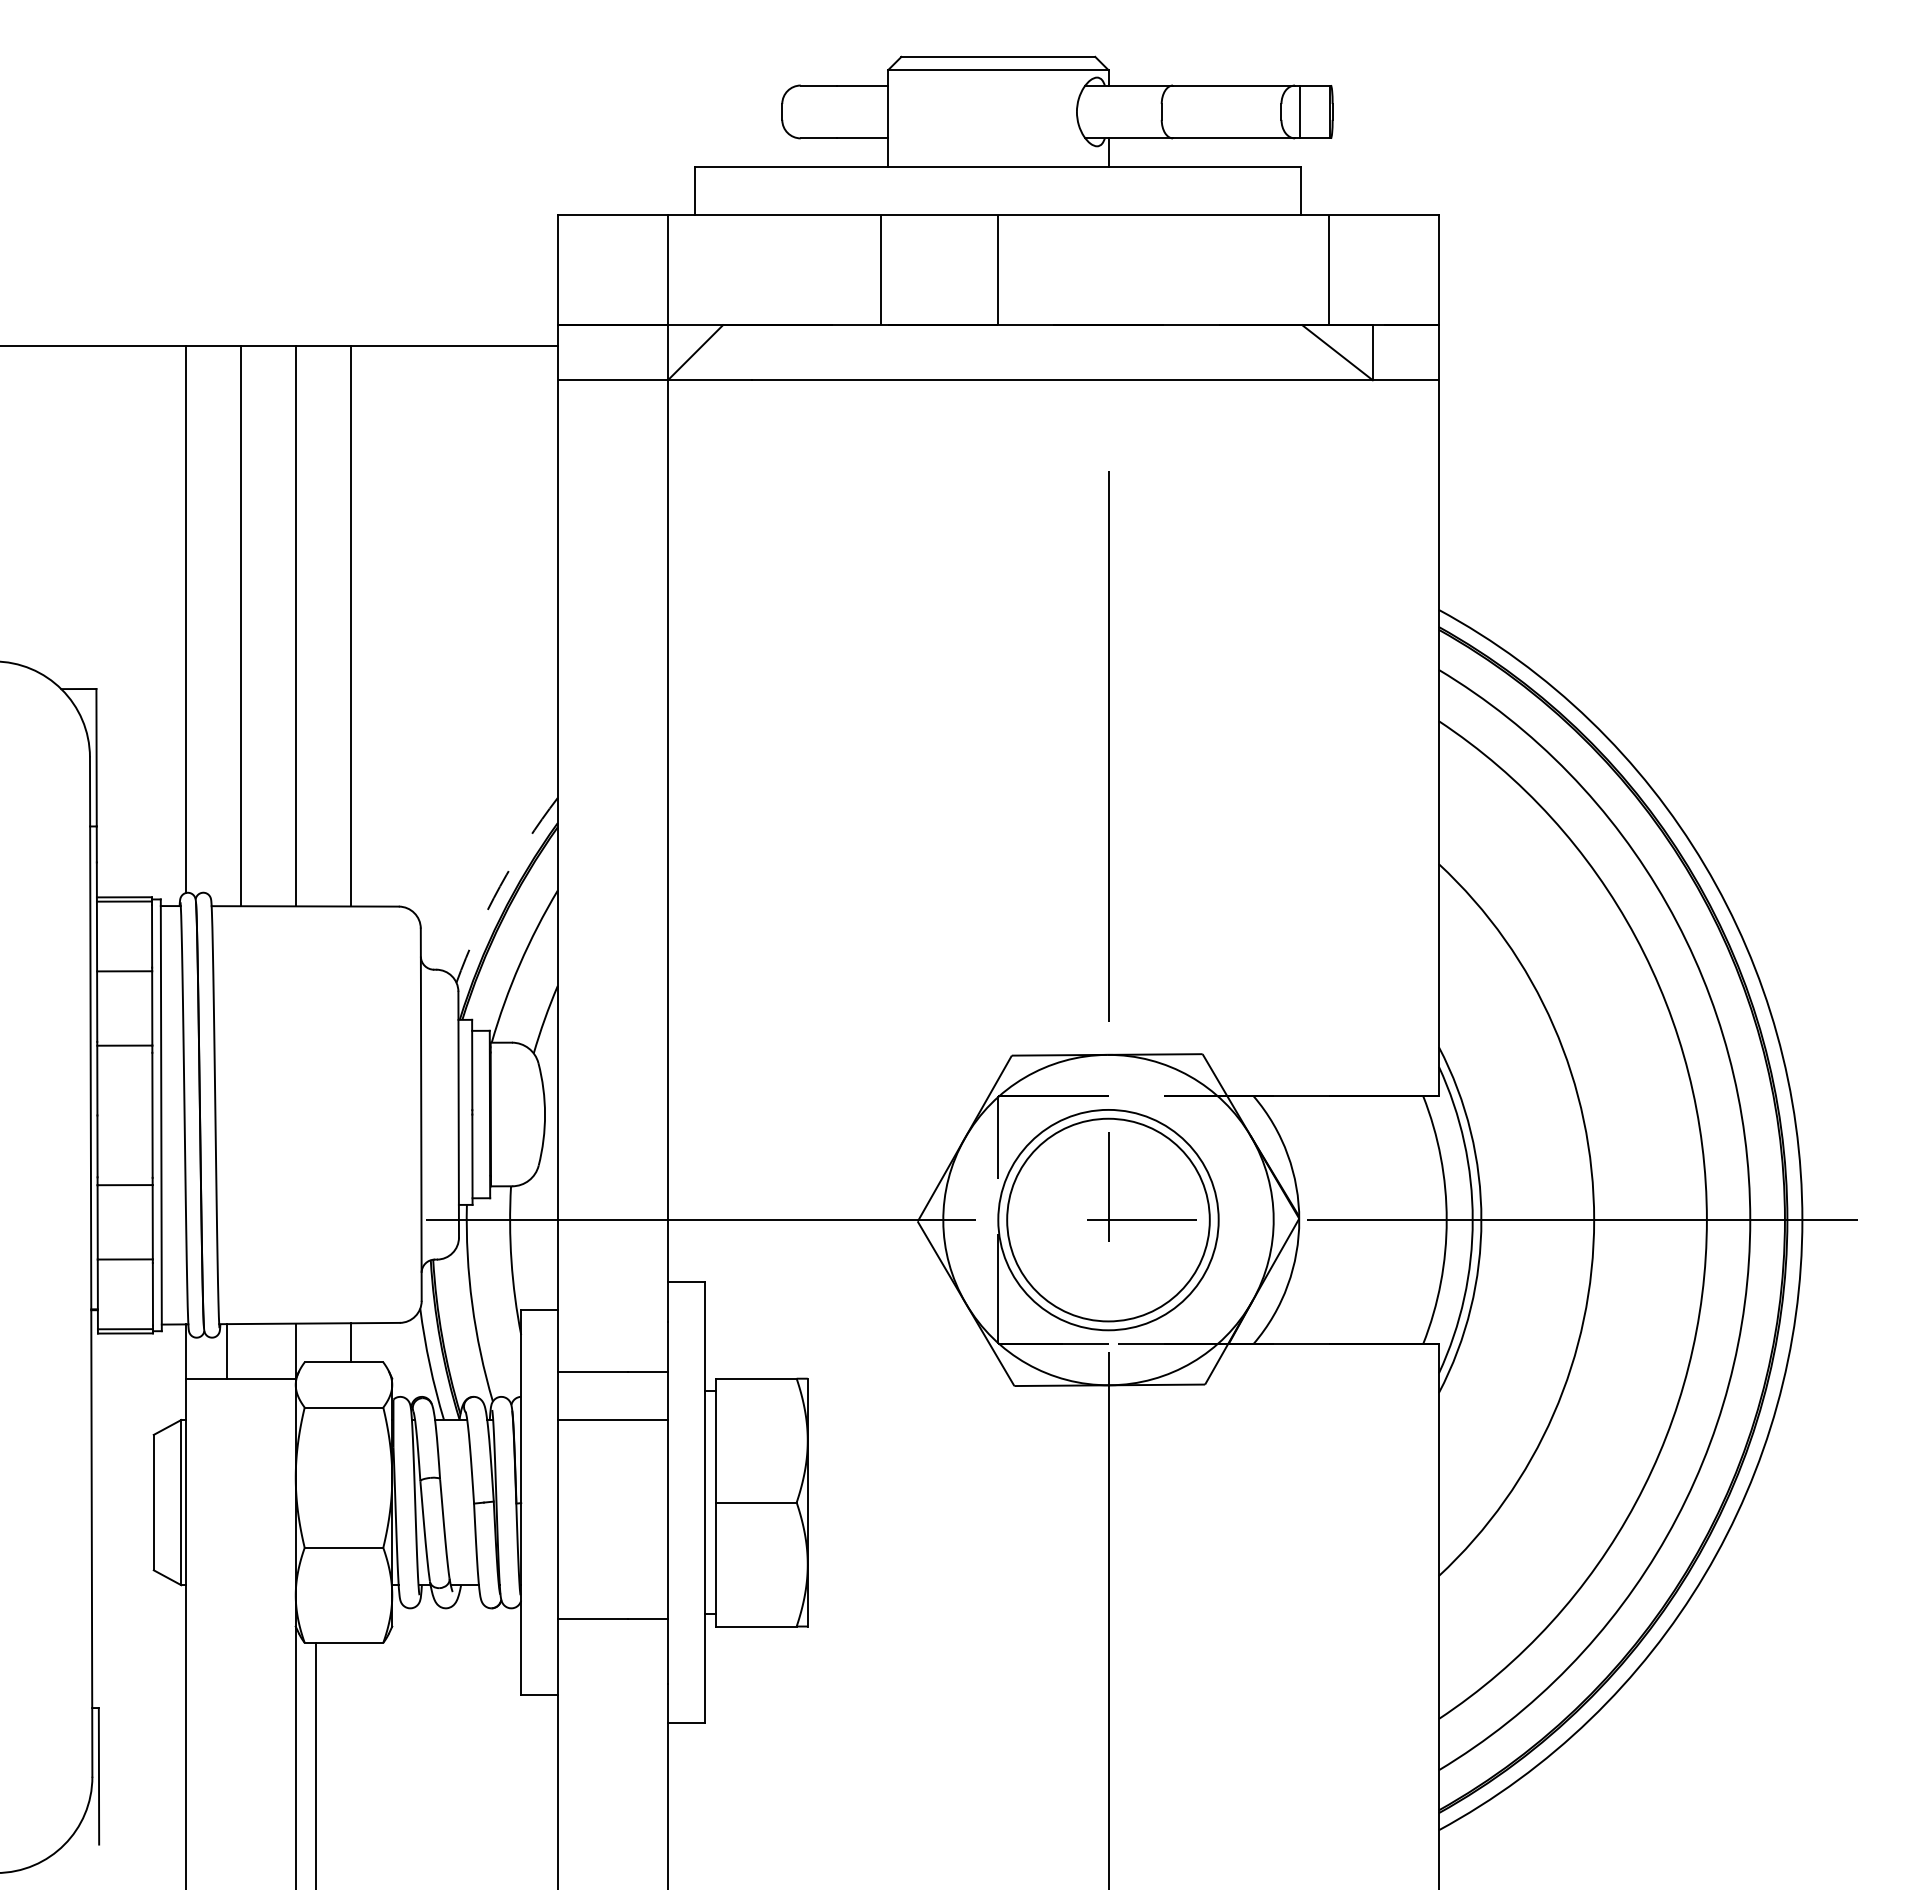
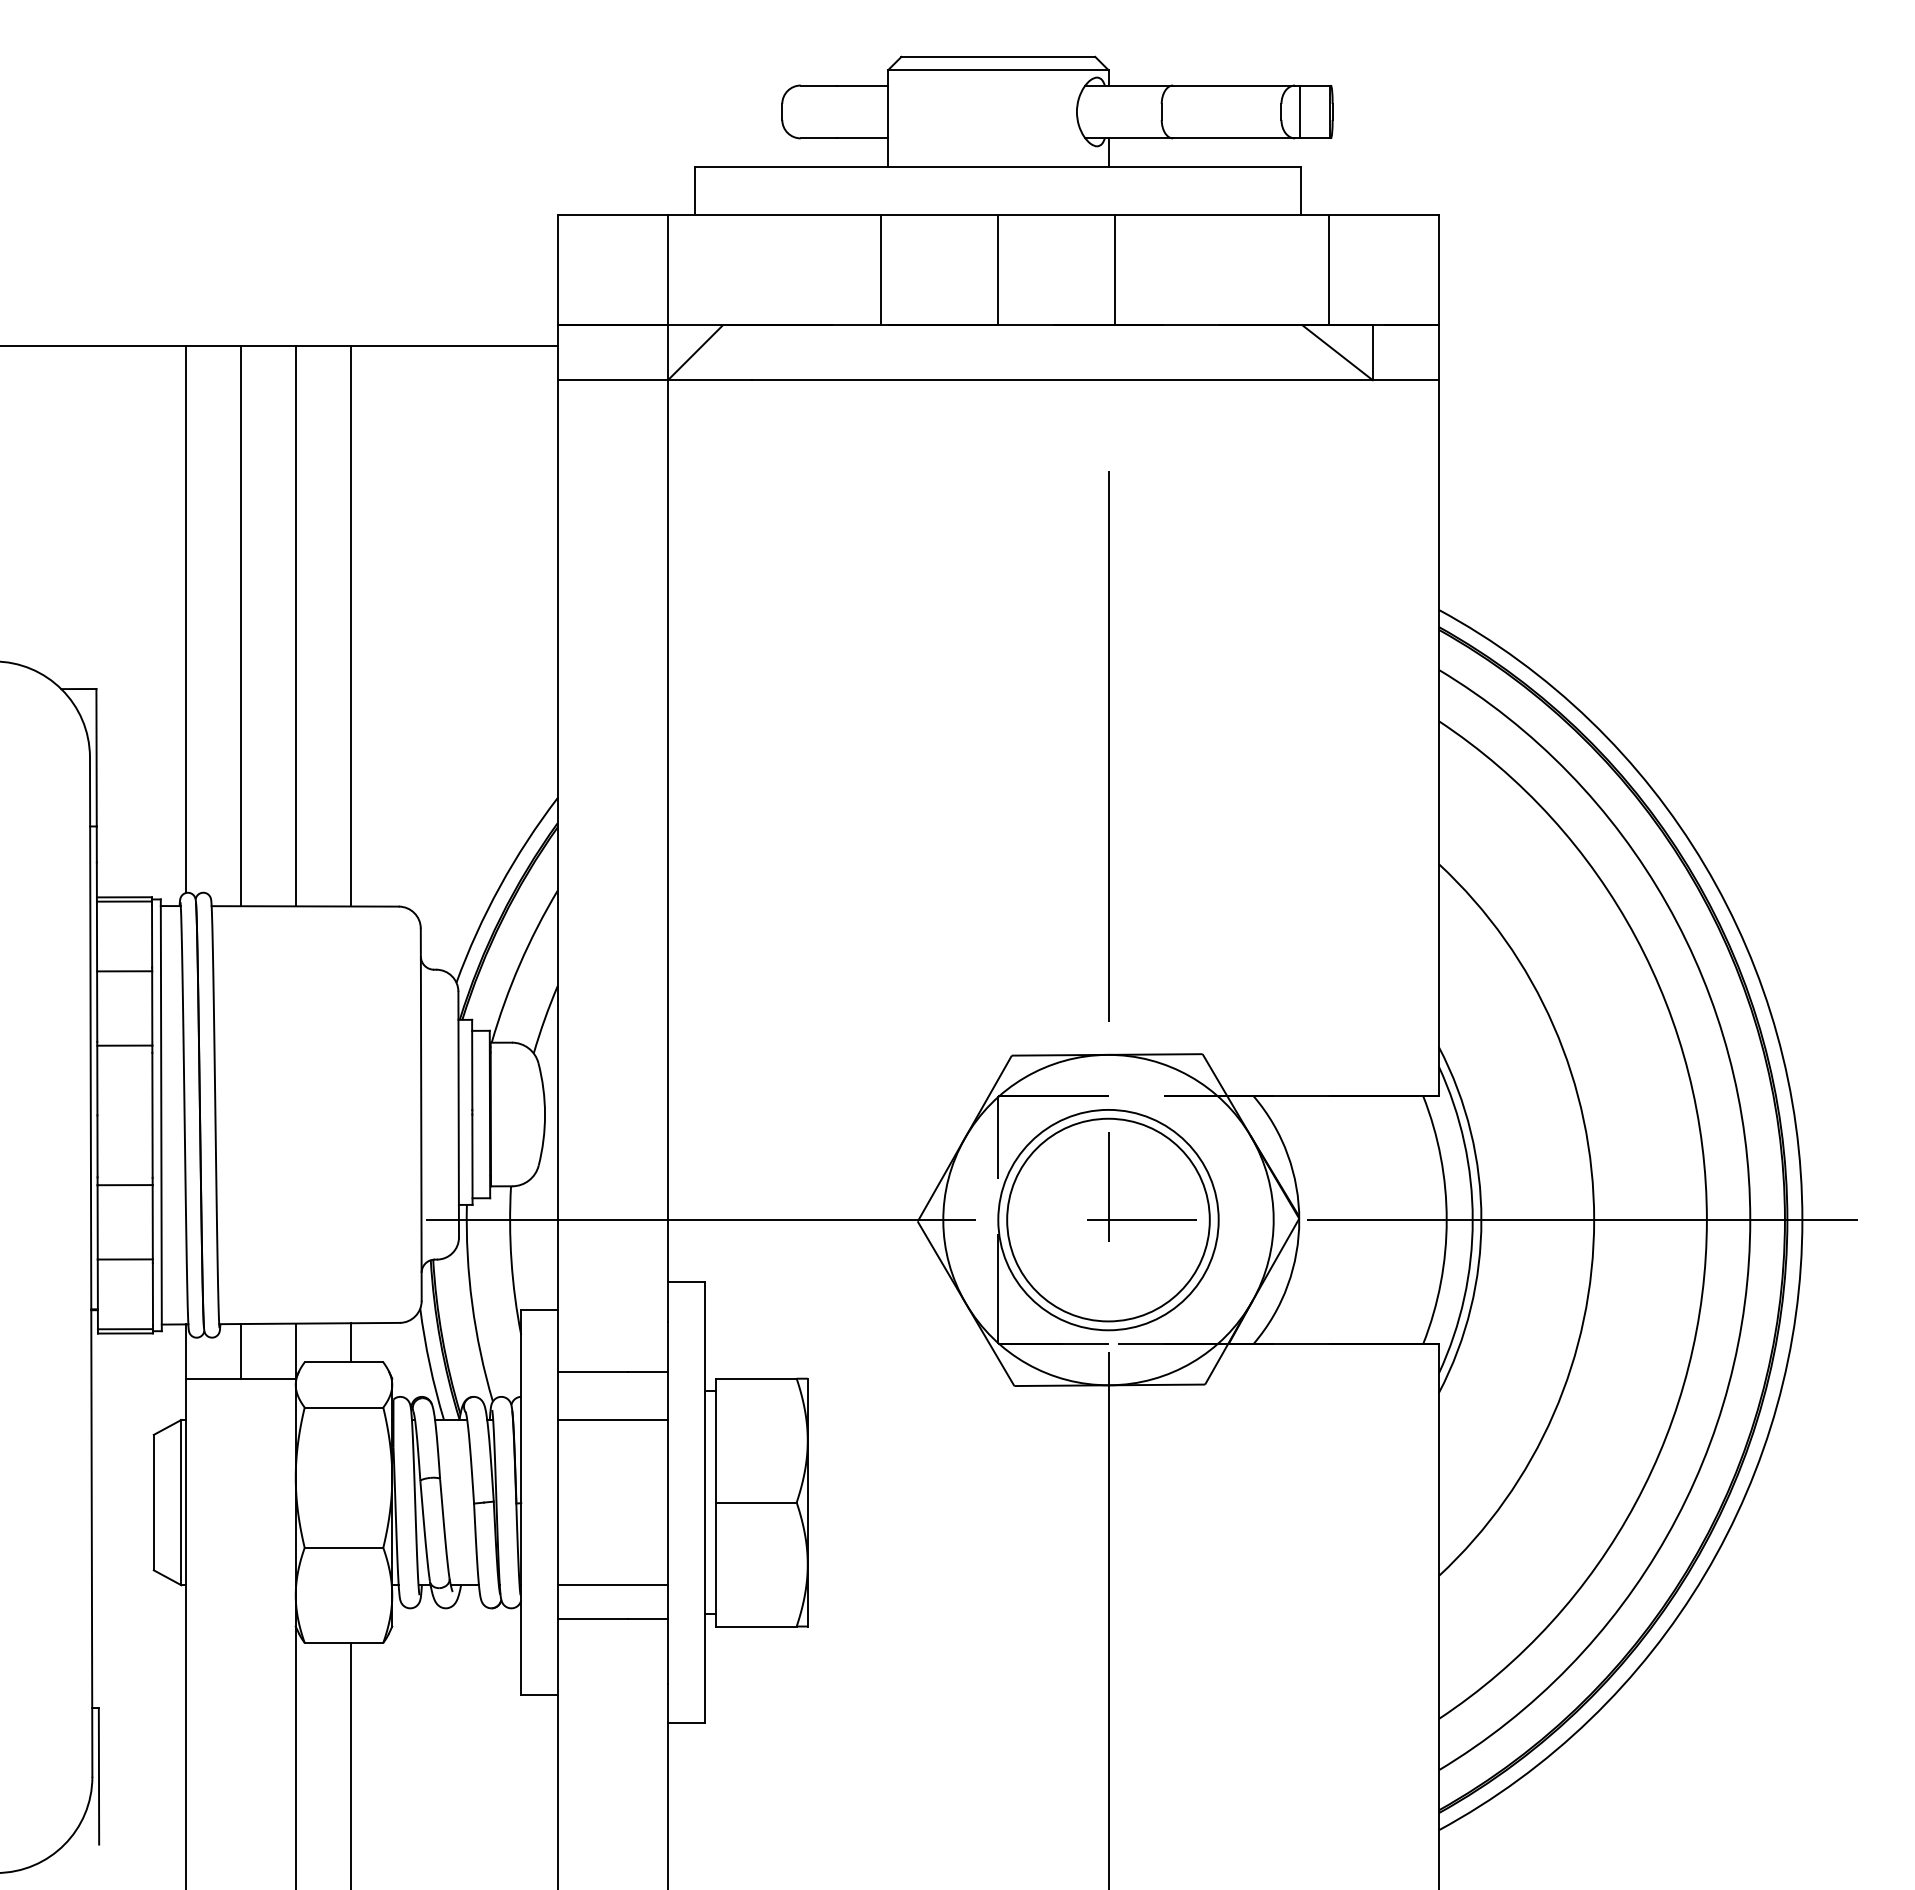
line at (1115, 270): none -> present
arc at (500, 886): dashed -> solid
line at (226, 1351) position: (226, 1351) -> (240, 1351)
line at (612, 1585): none -> present
line at (315, 1764) position: (315, 1764) -> (350, 1764)
